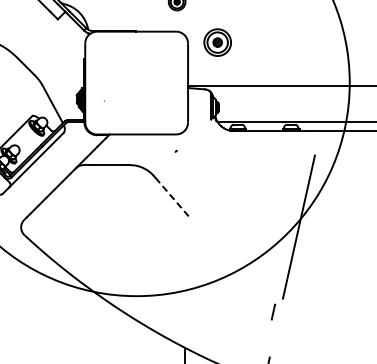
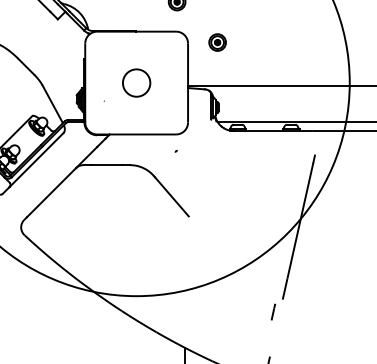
part at (217, 42) size: 29x29 px -> 19x19 px
circle at (136, 82): none -> present
line at (171, 196): dashed -> solid
